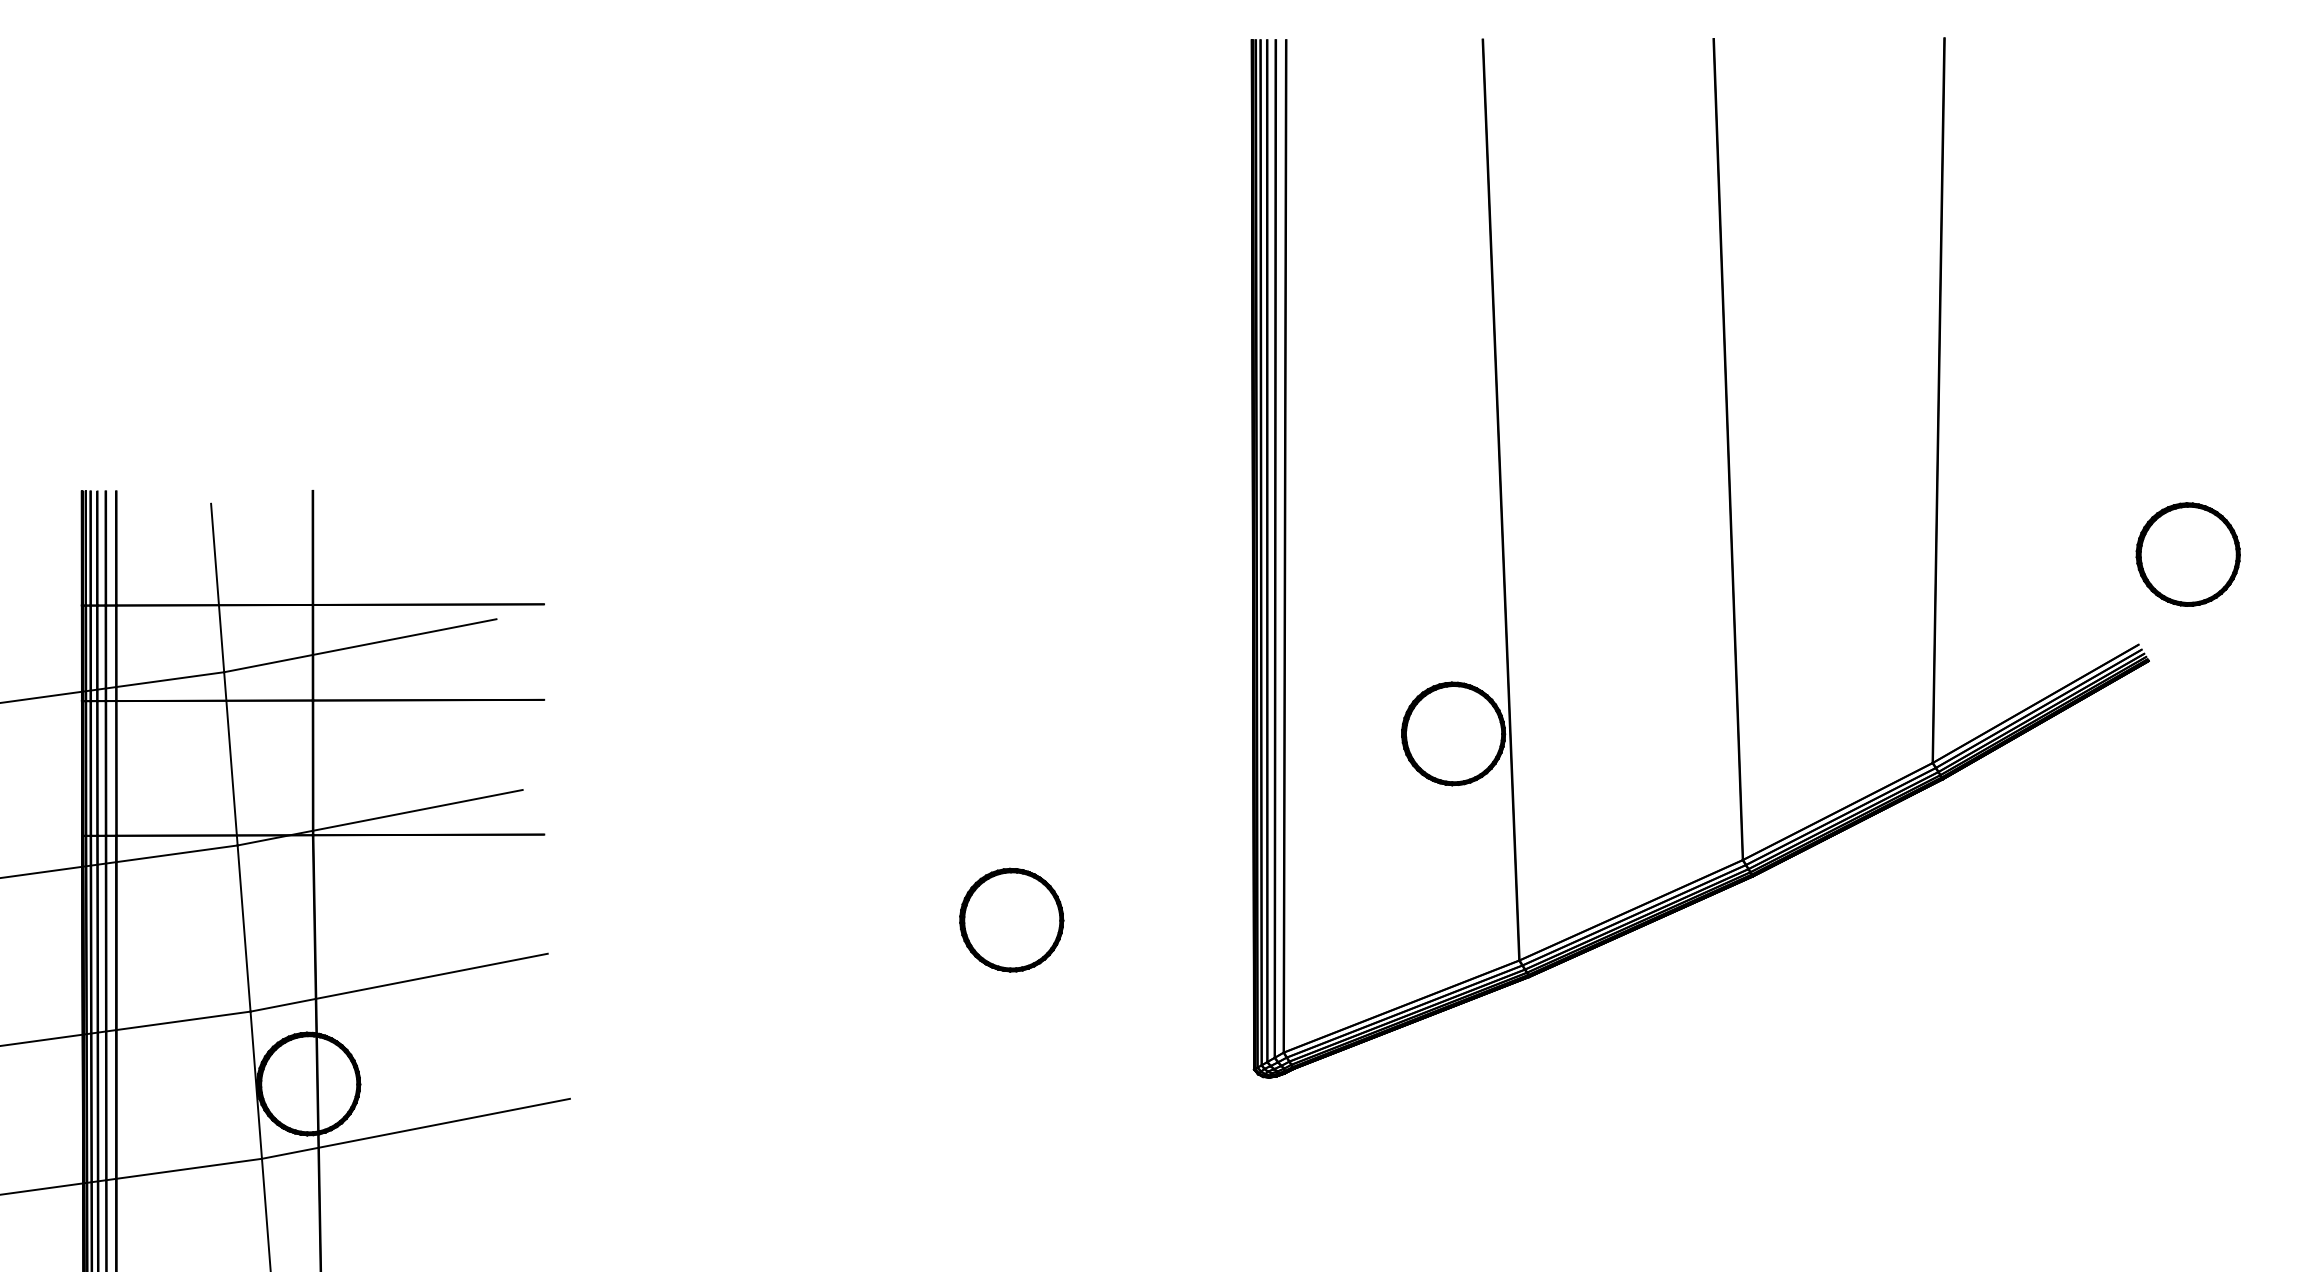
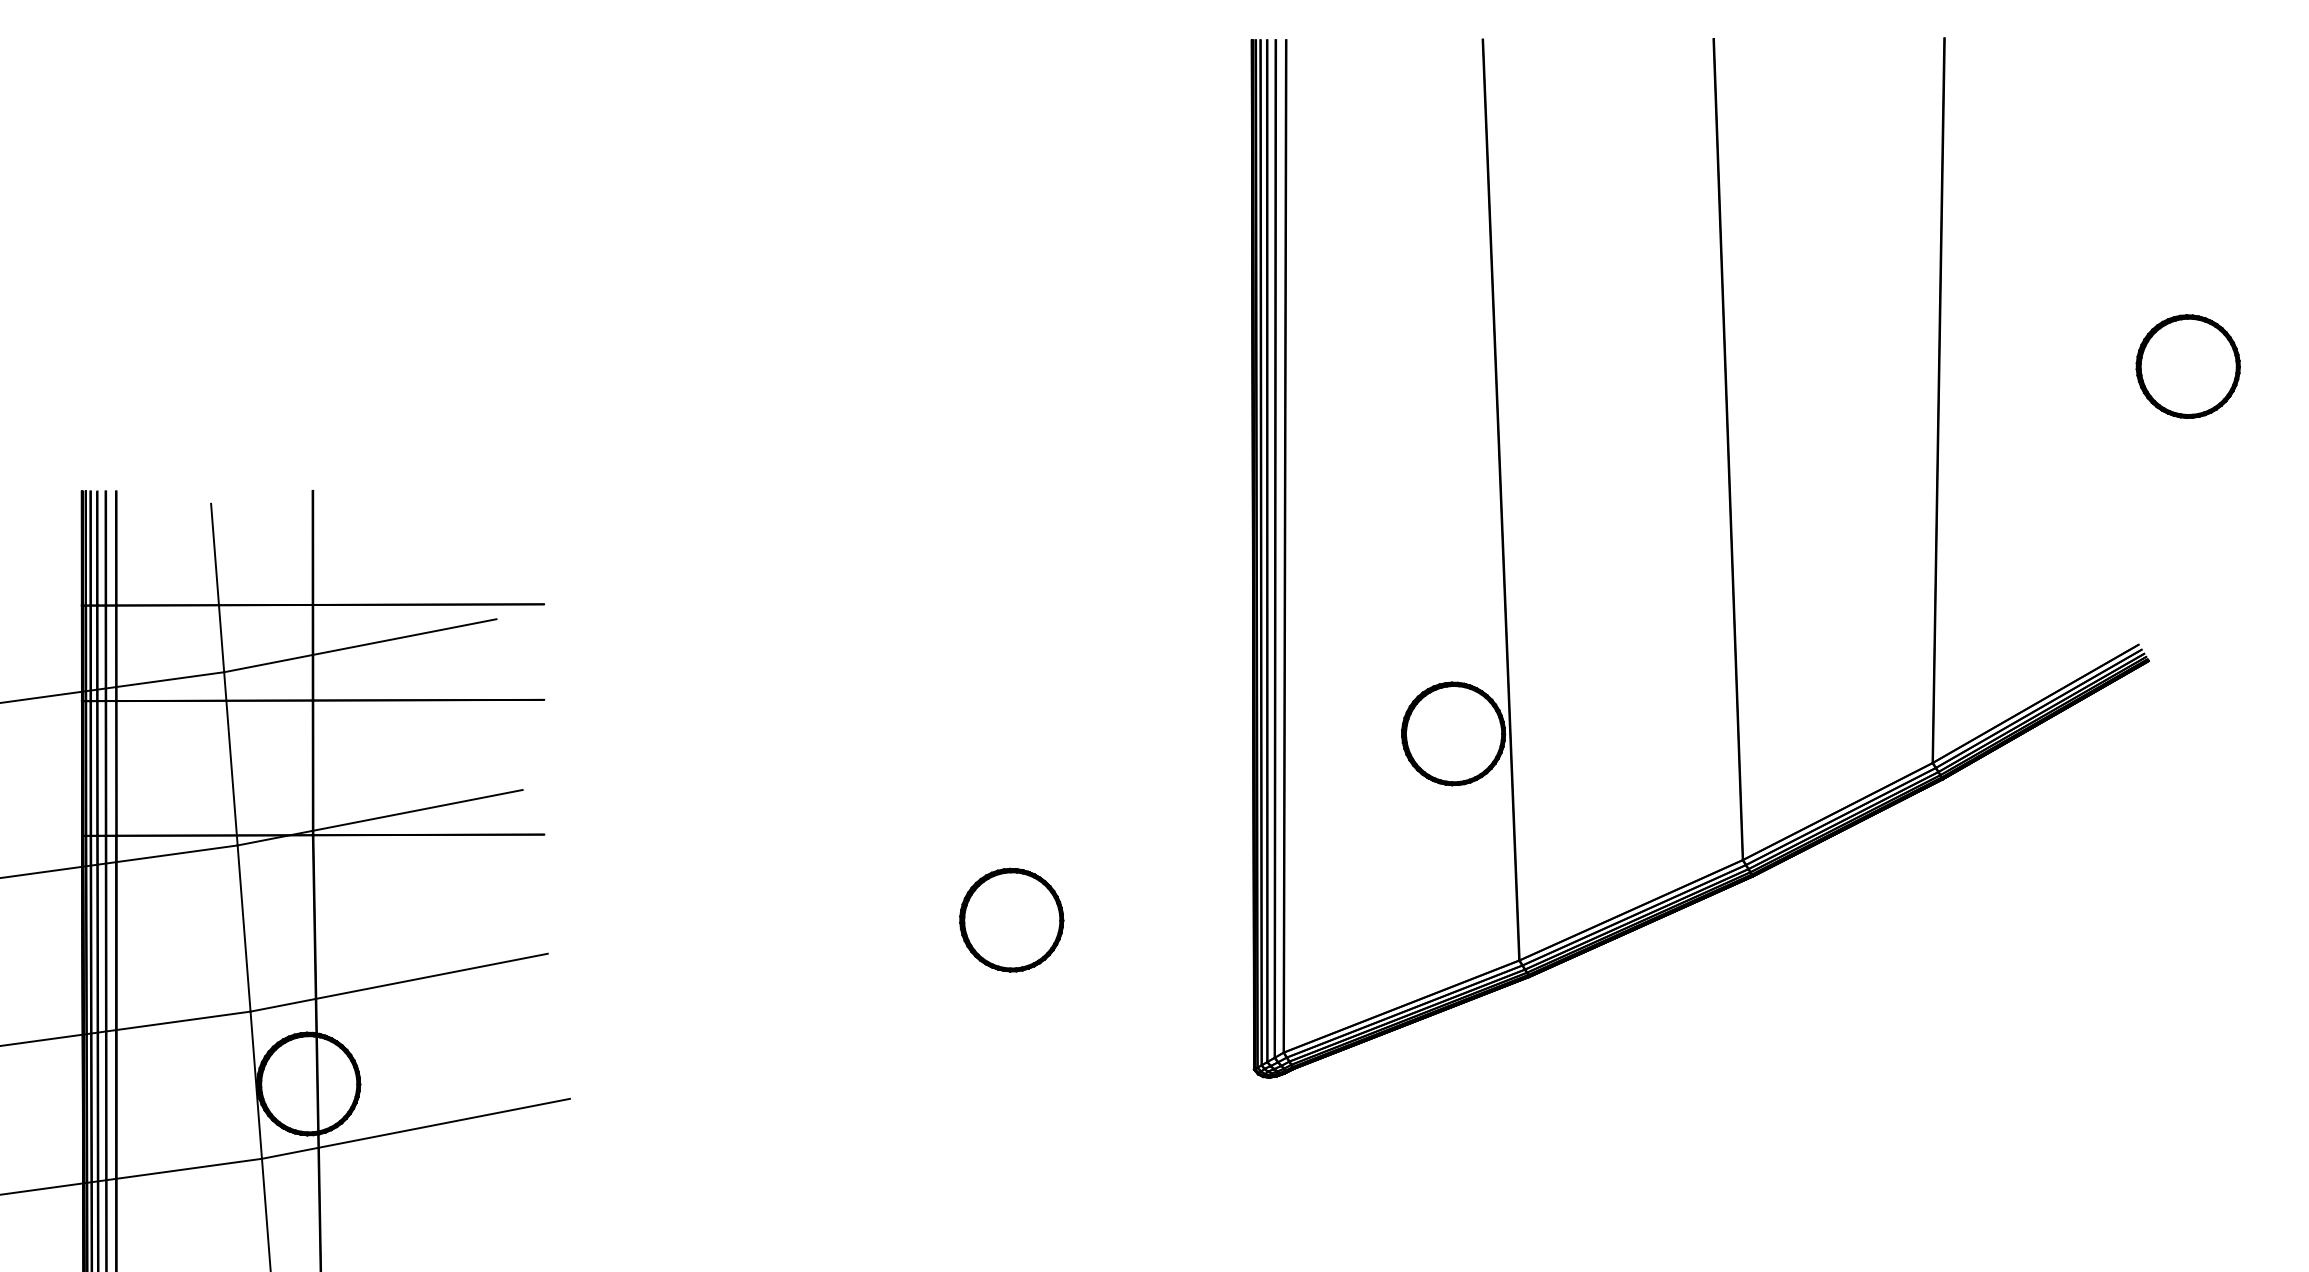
part at (2187, 554) position: (2187, 554) -> (2187, 366)
